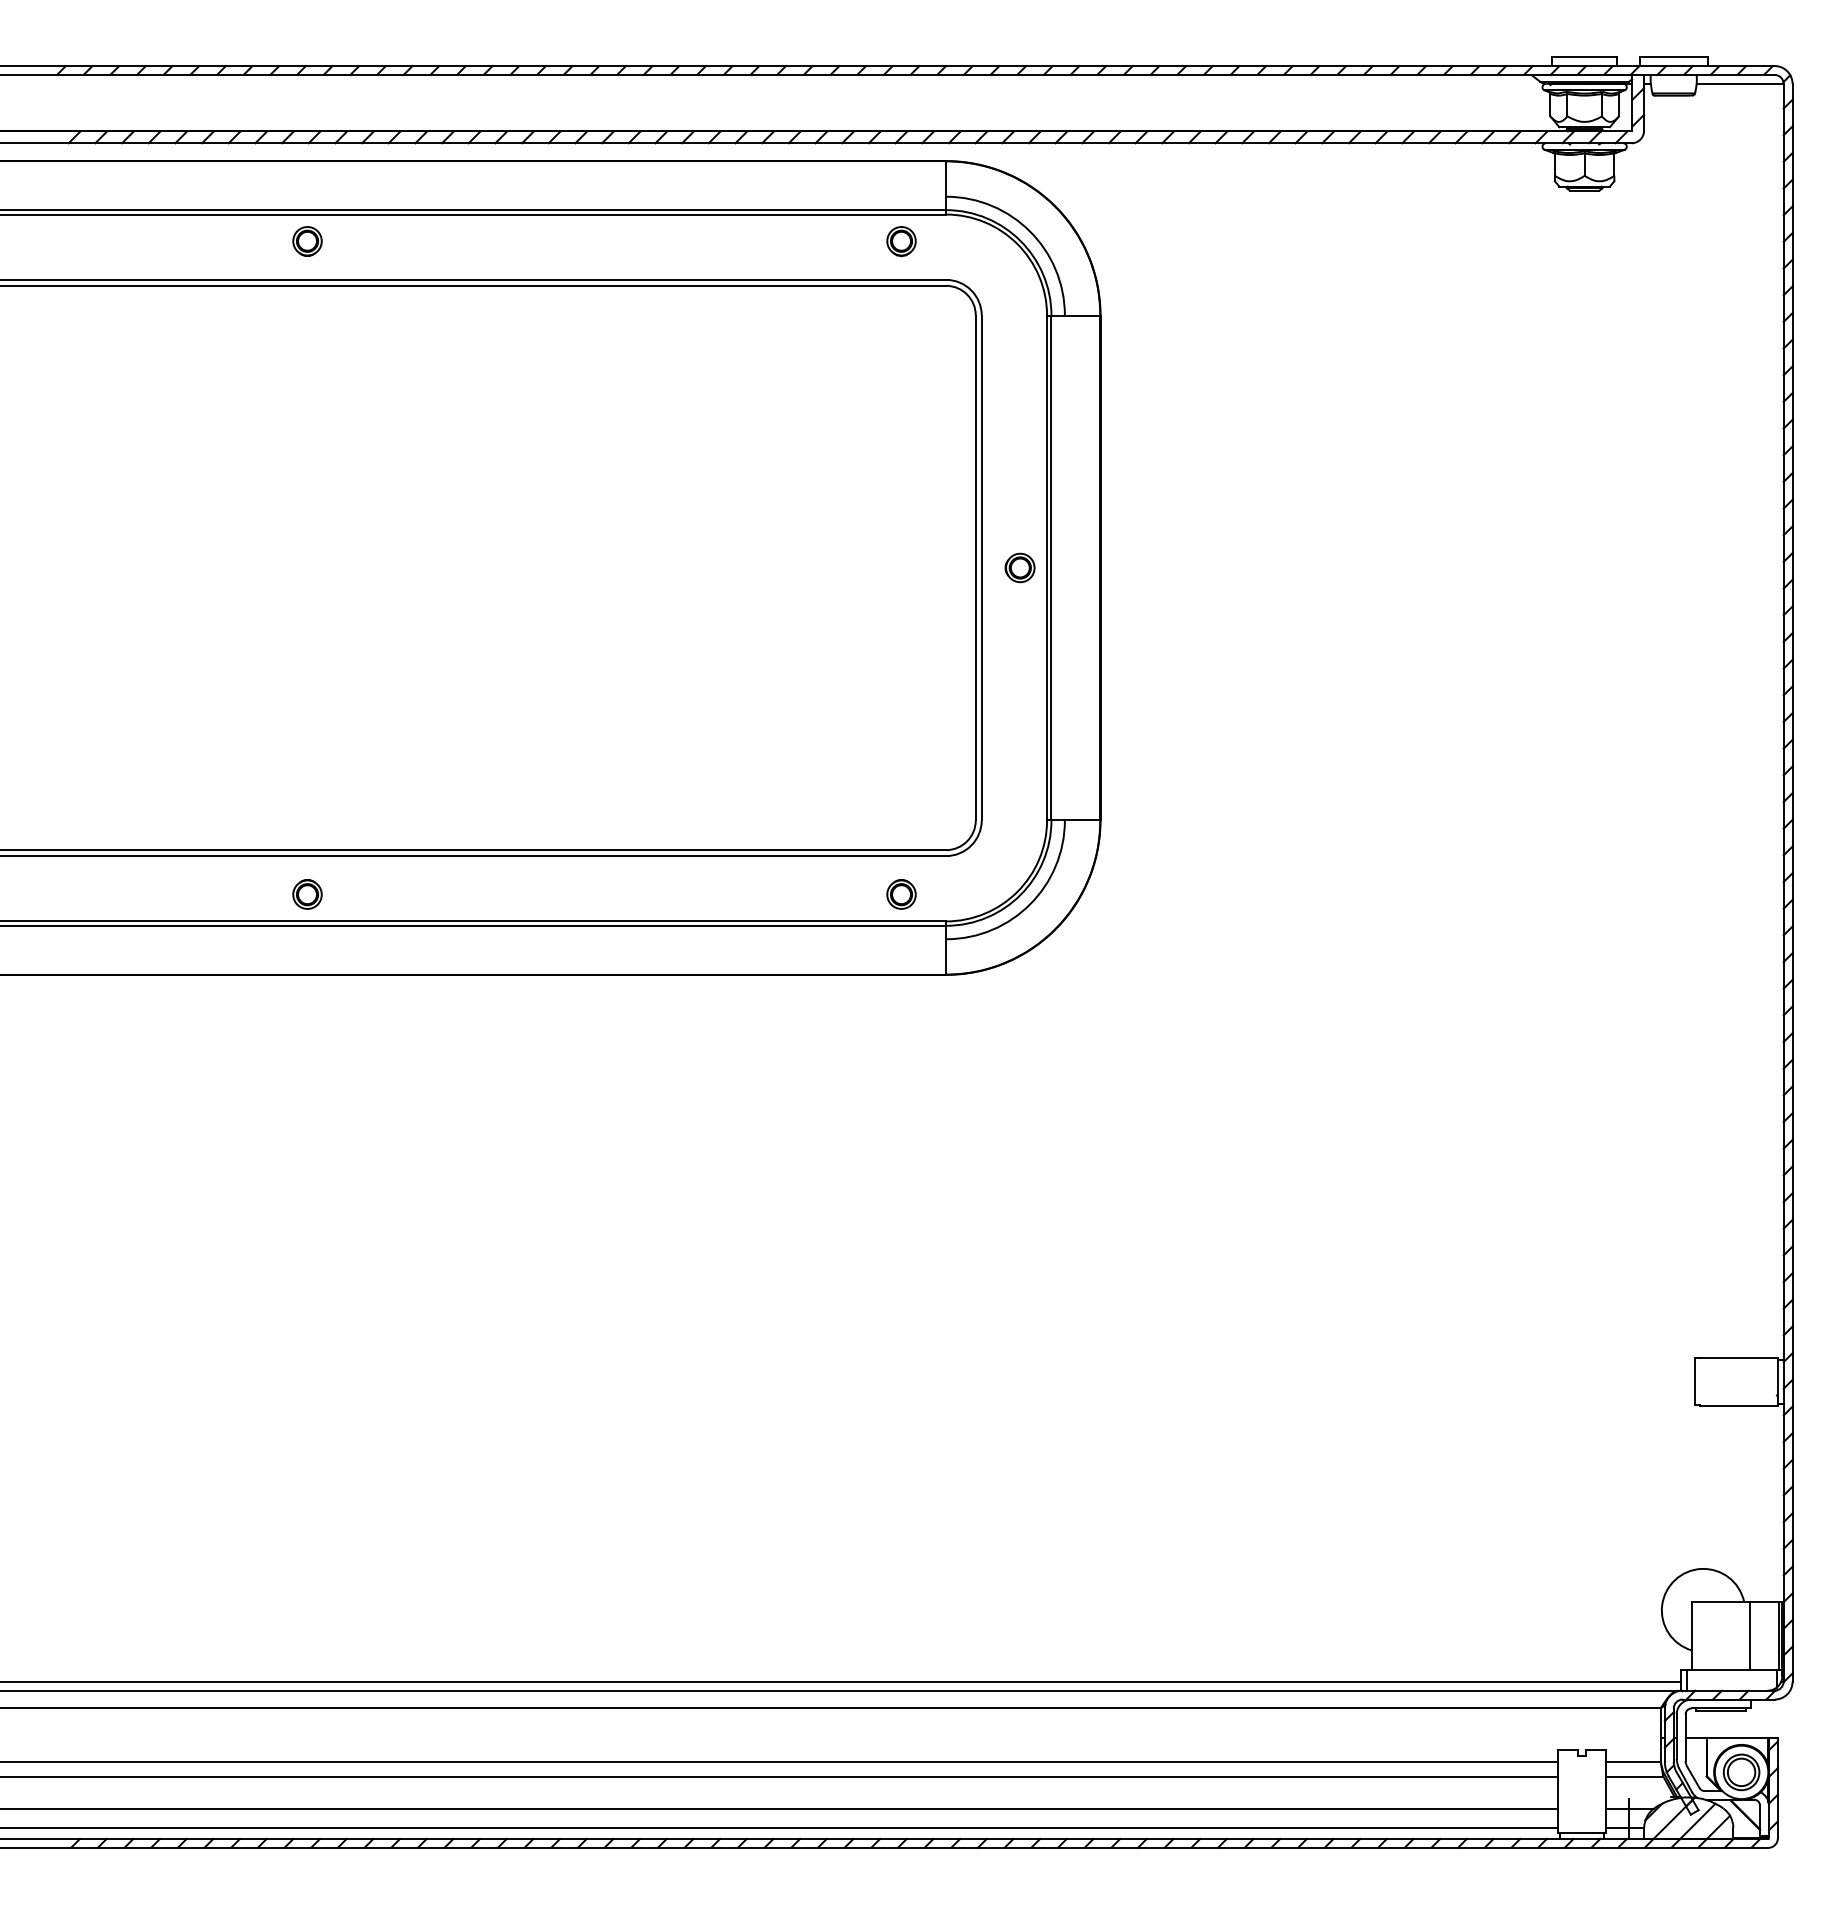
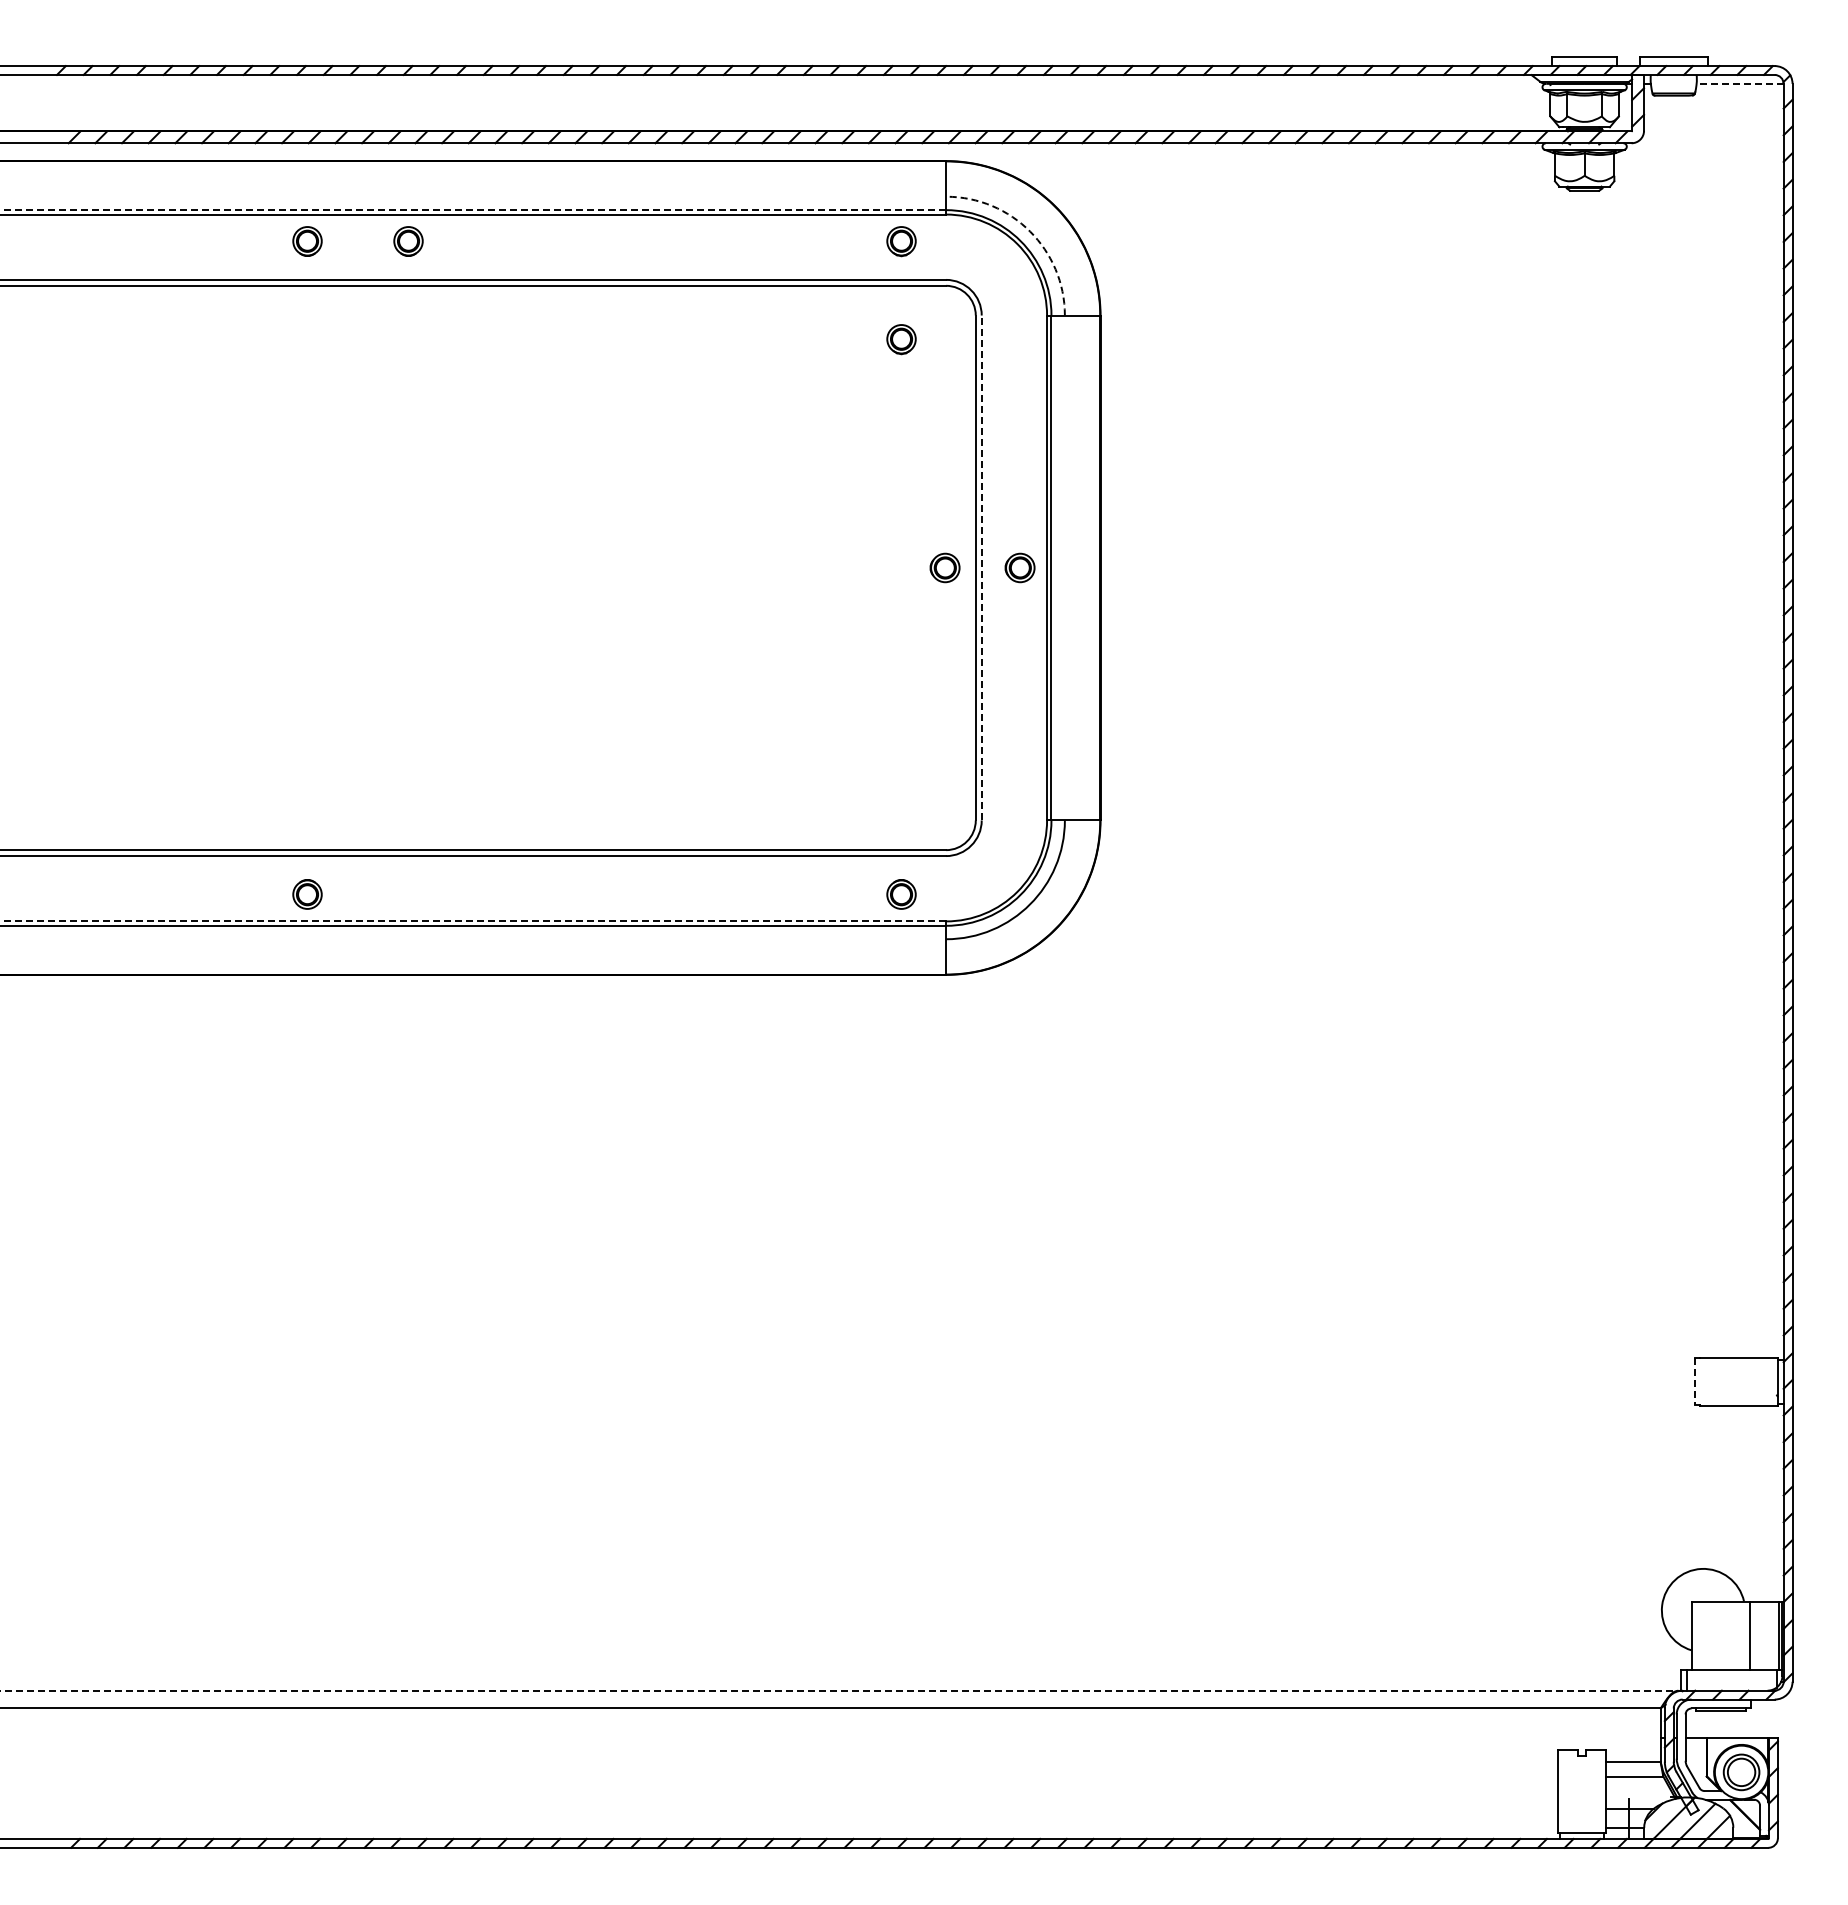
line at (1740, 83): solid -> dashed
line at (473, 210): solid -> dashed
arc at (1030, 231): solid -> dashed
part at (408, 241): none -> present
part at (901, 339): none -> present
part at (944, 567): none -> present
line at (981, 567): solid -> dashed
line at (473, 921): solid -> dashed
line at (1694, 1382): solid -> dashed
line at (841, 1681): present -> none
line at (839, 1690): solid -> dashed
line at (780, 1761): present -> none
line at (780, 1776): present -> none
line at (780, 1808): present -> none
line at (780, 1827): present -> none
